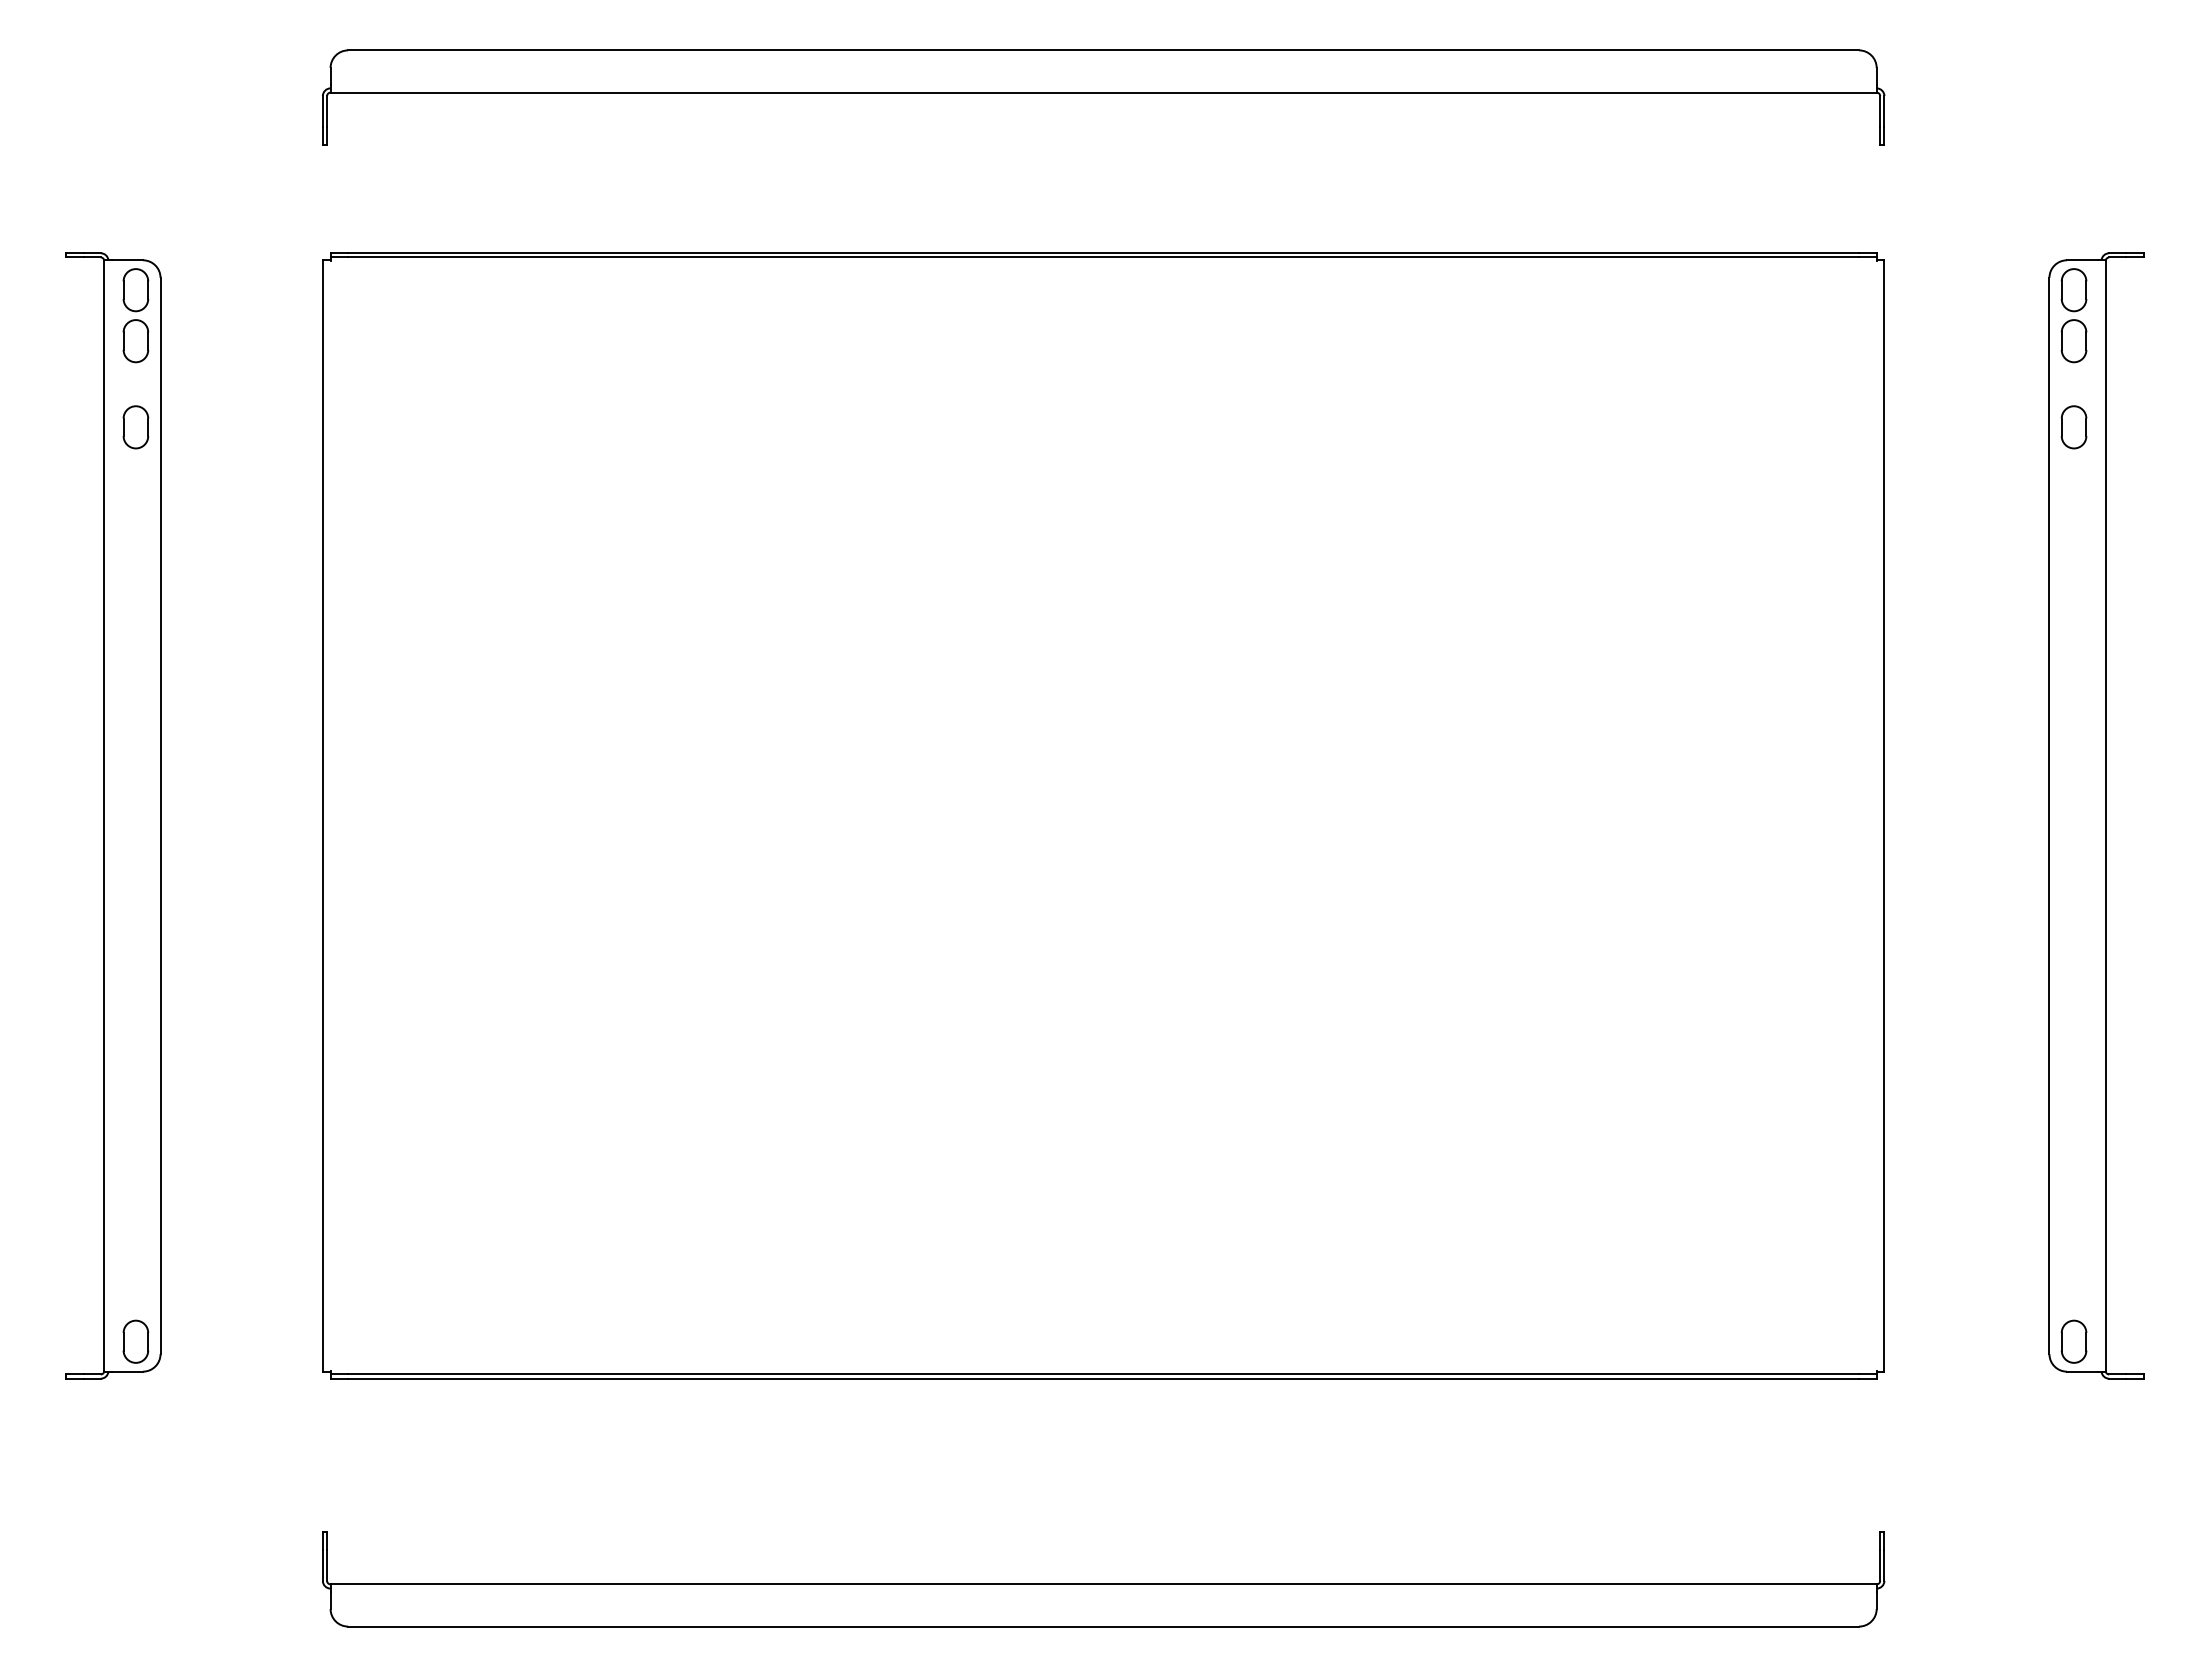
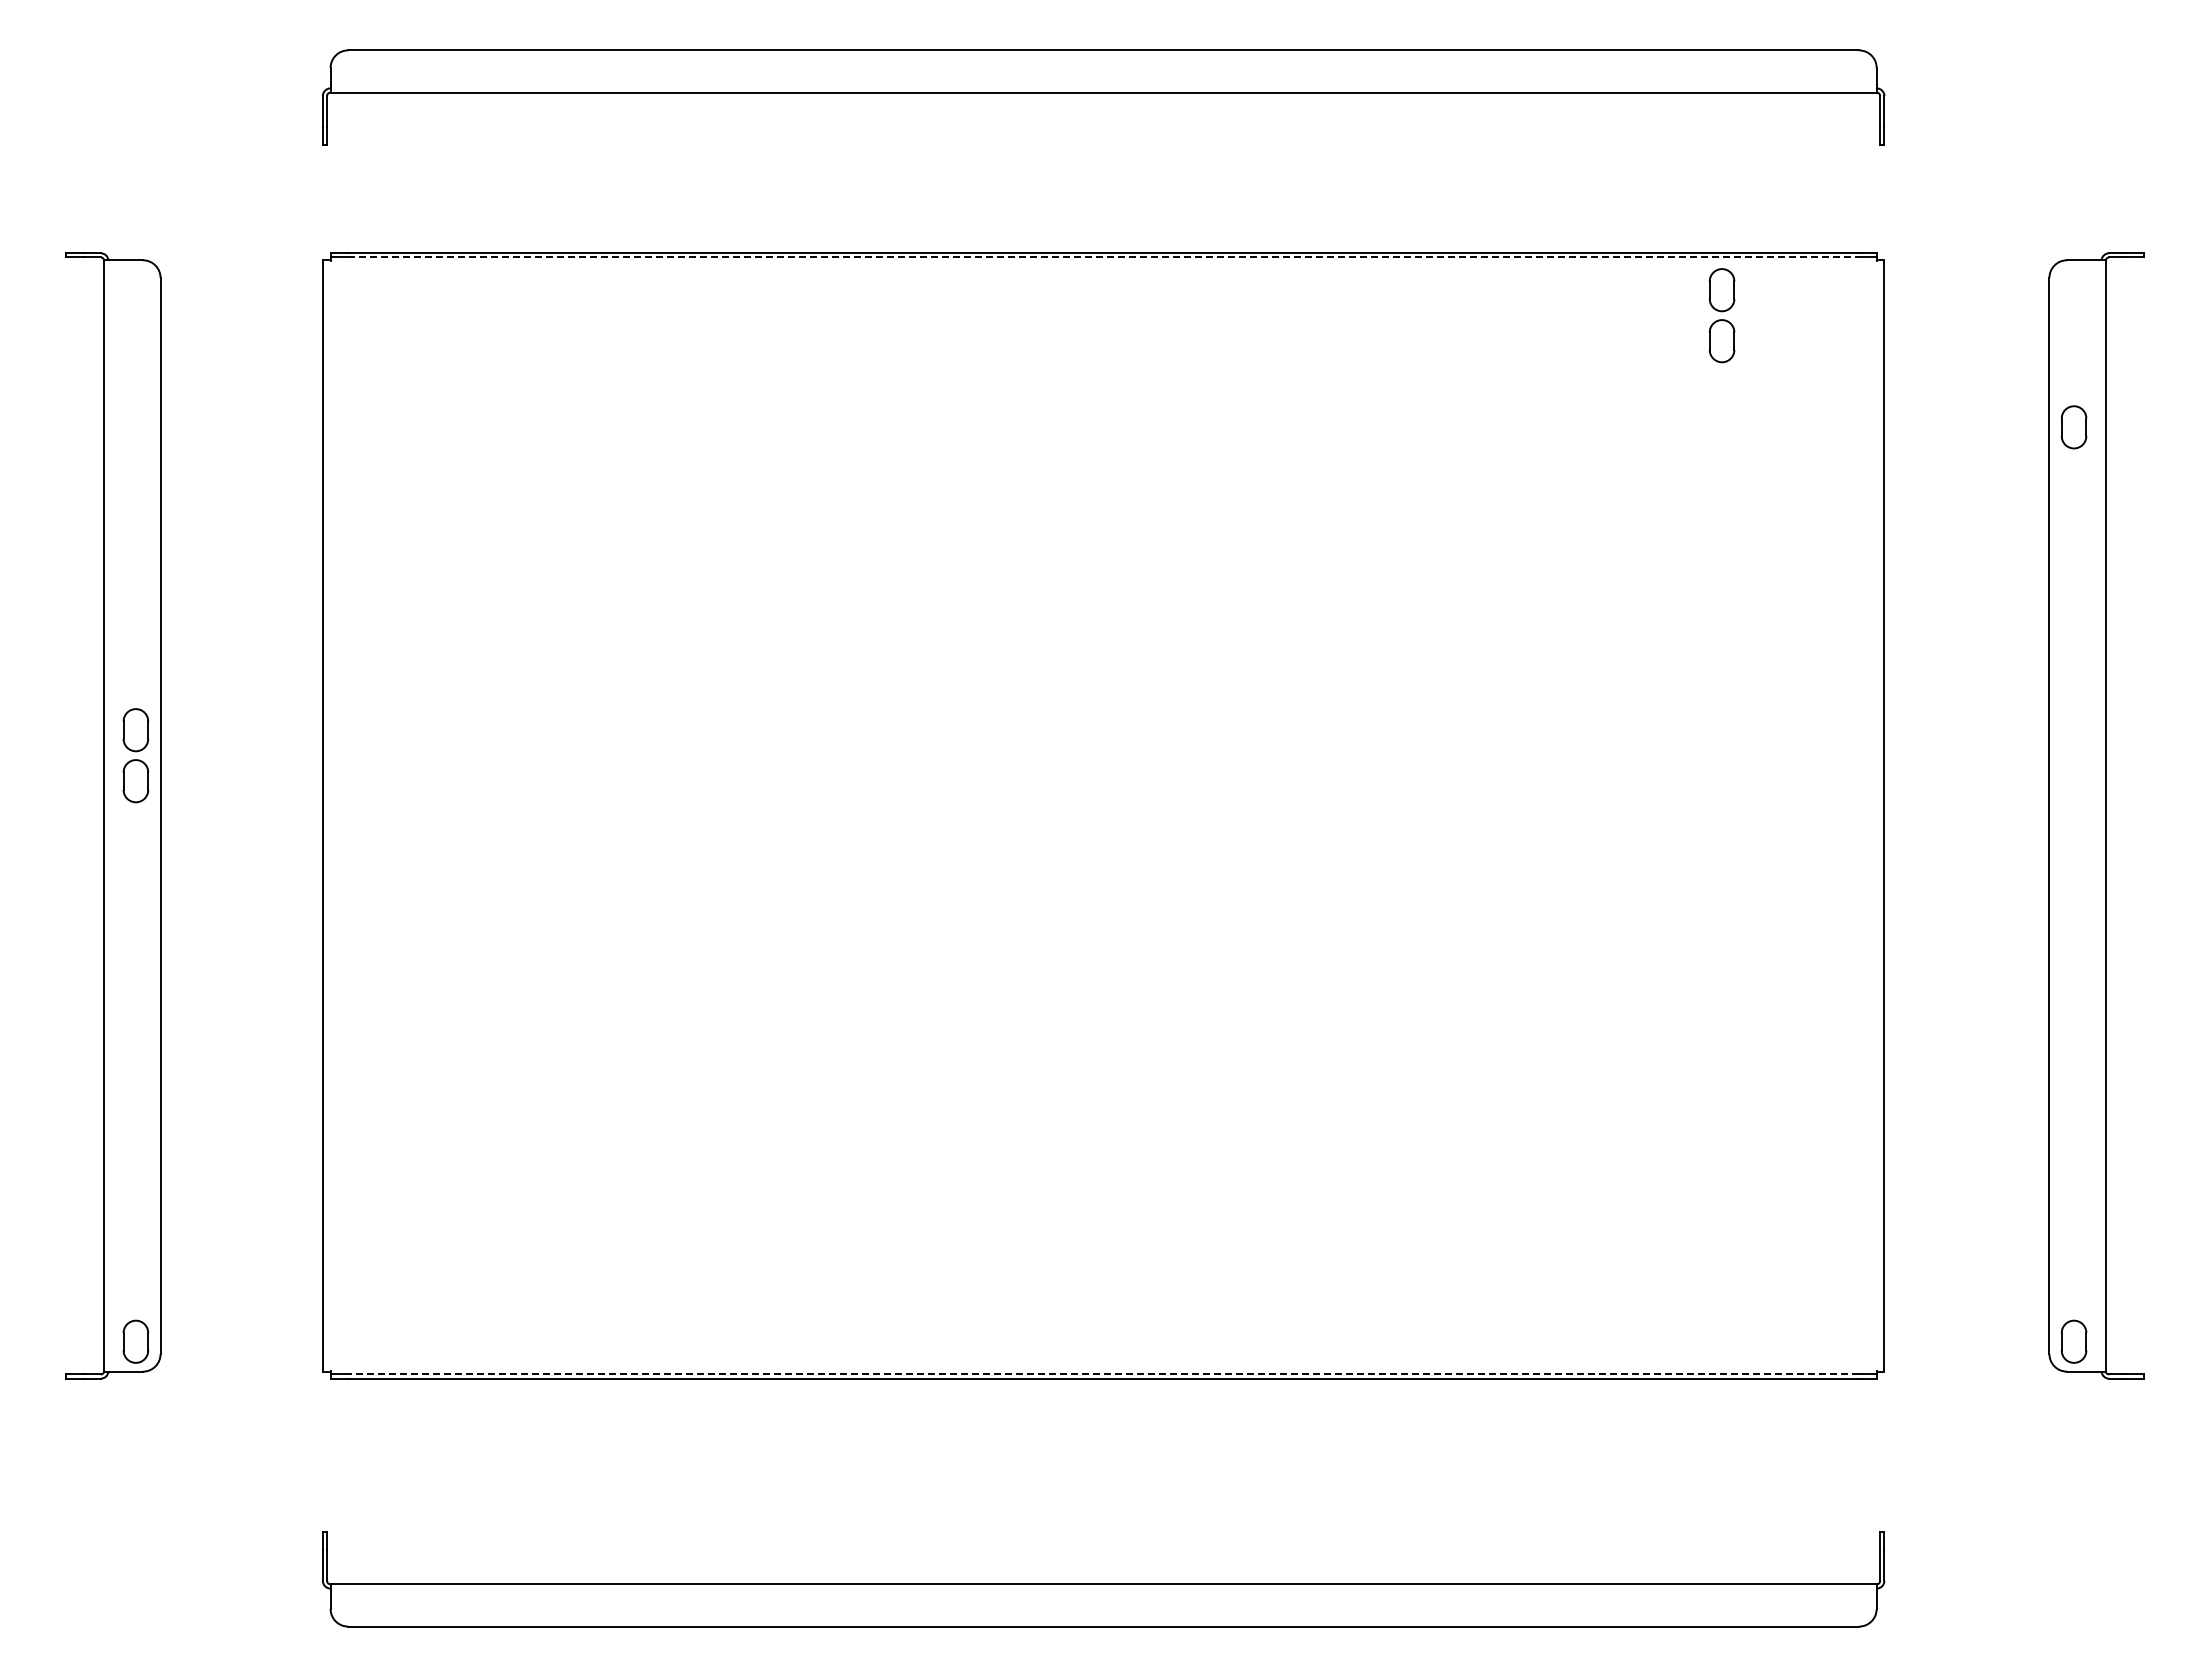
line at (1104, 257): solid -> dashed
part at (135, 315) position: (135, 315) -> (135, 755)
part at (2073, 315) position: (2073, 315) -> (1721, 315)
part at (135, 427): present -> none
line at (1103, 1374): solid -> dashed
